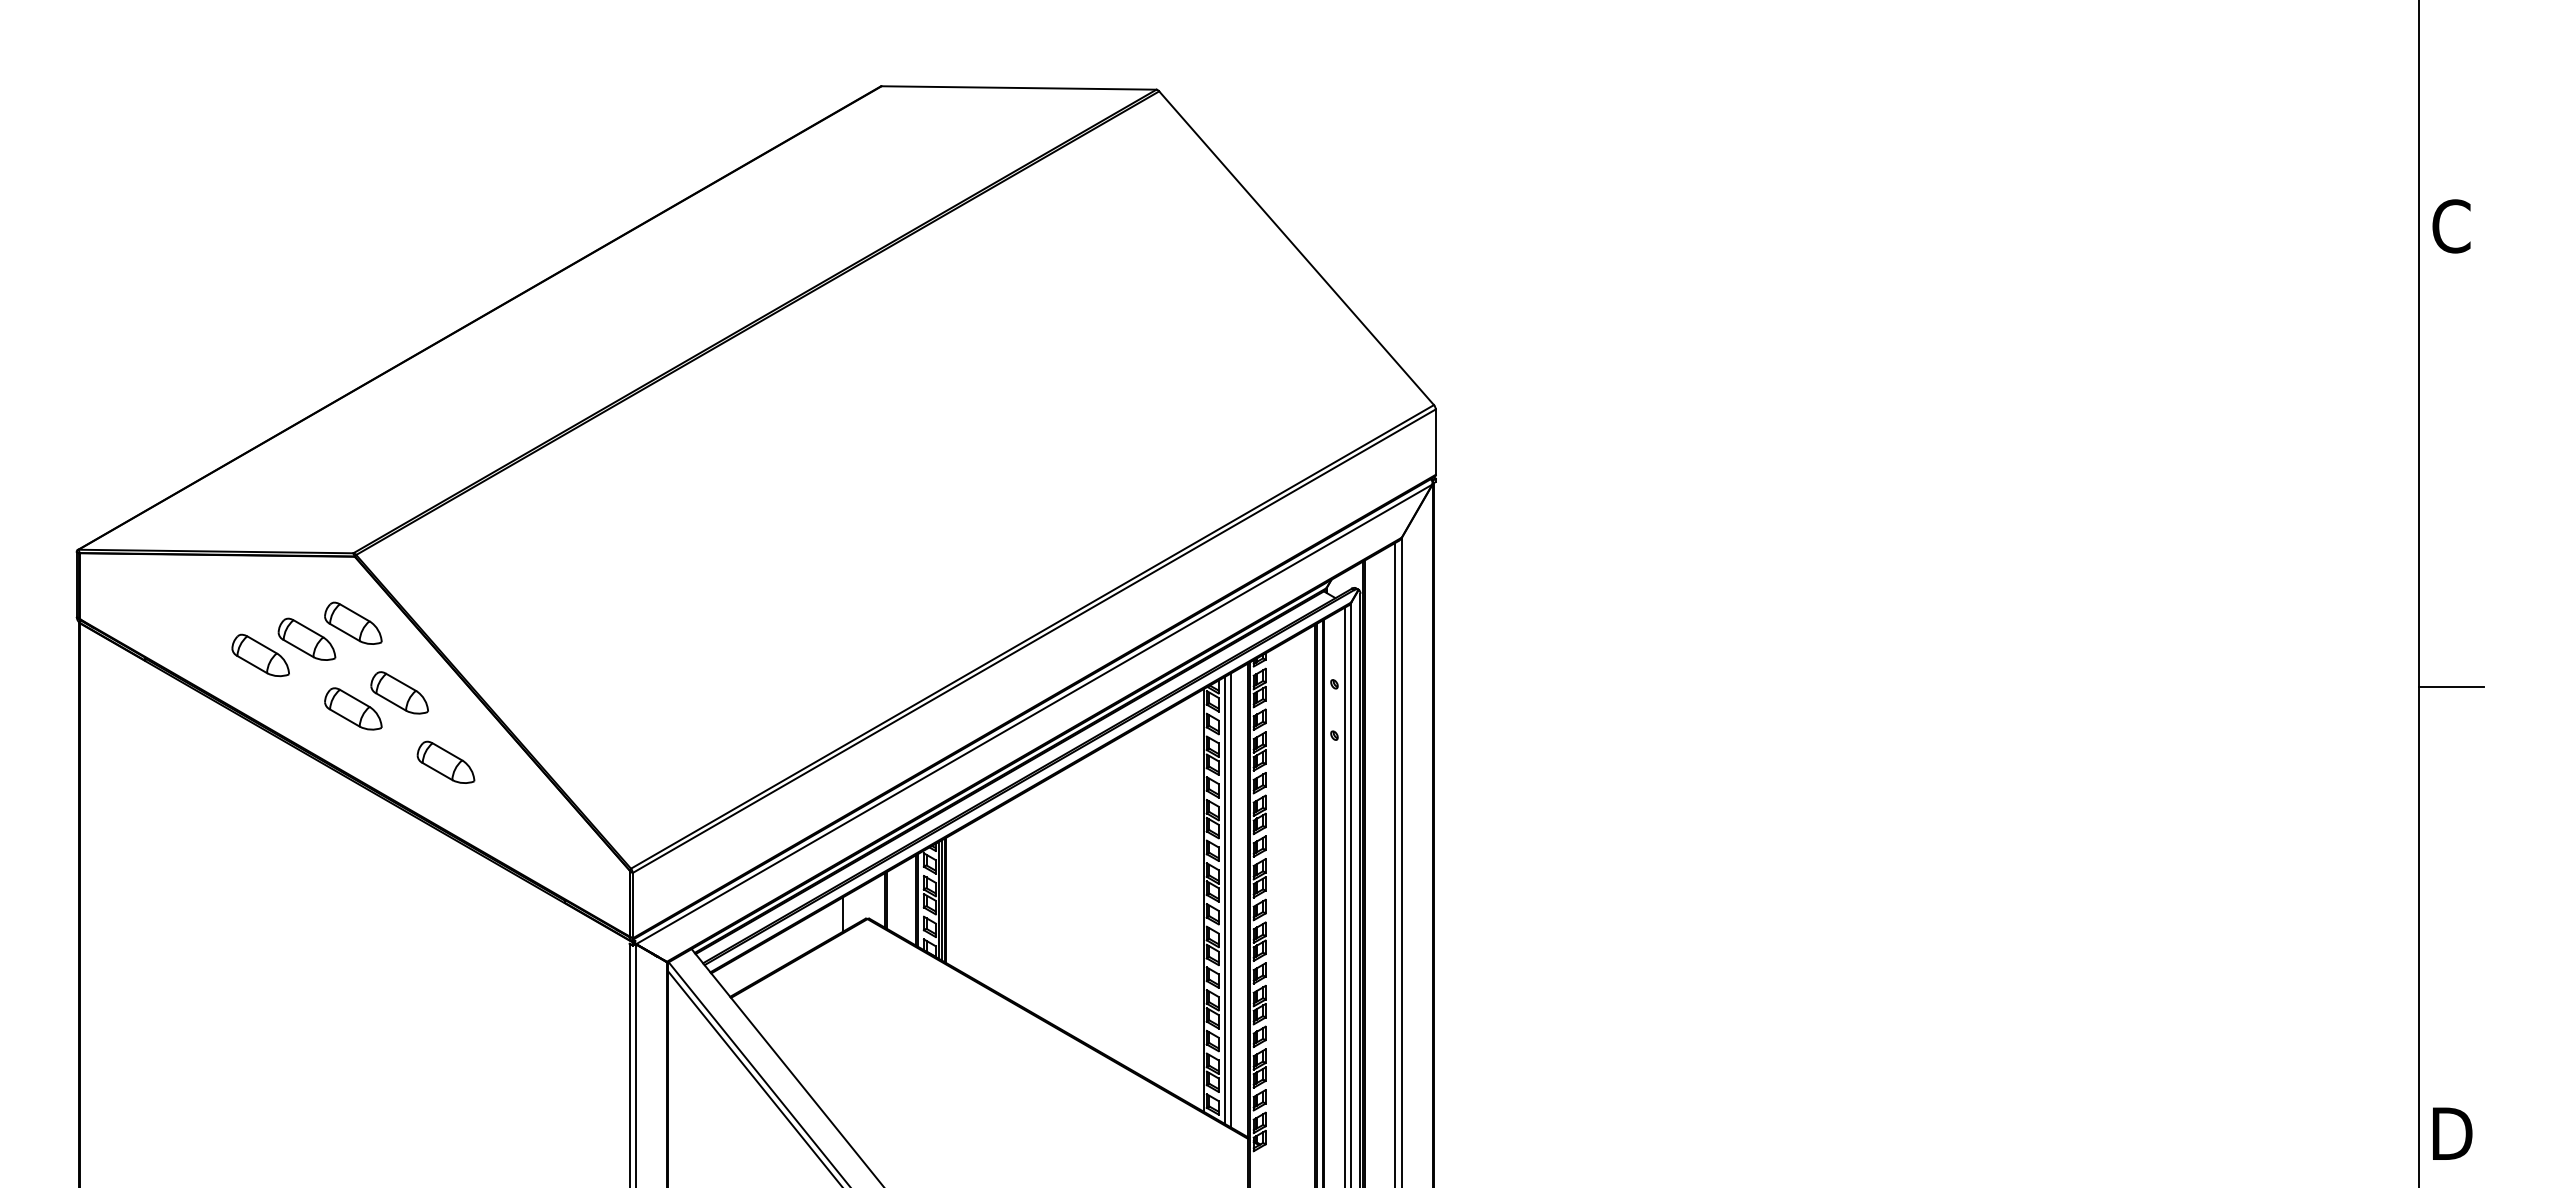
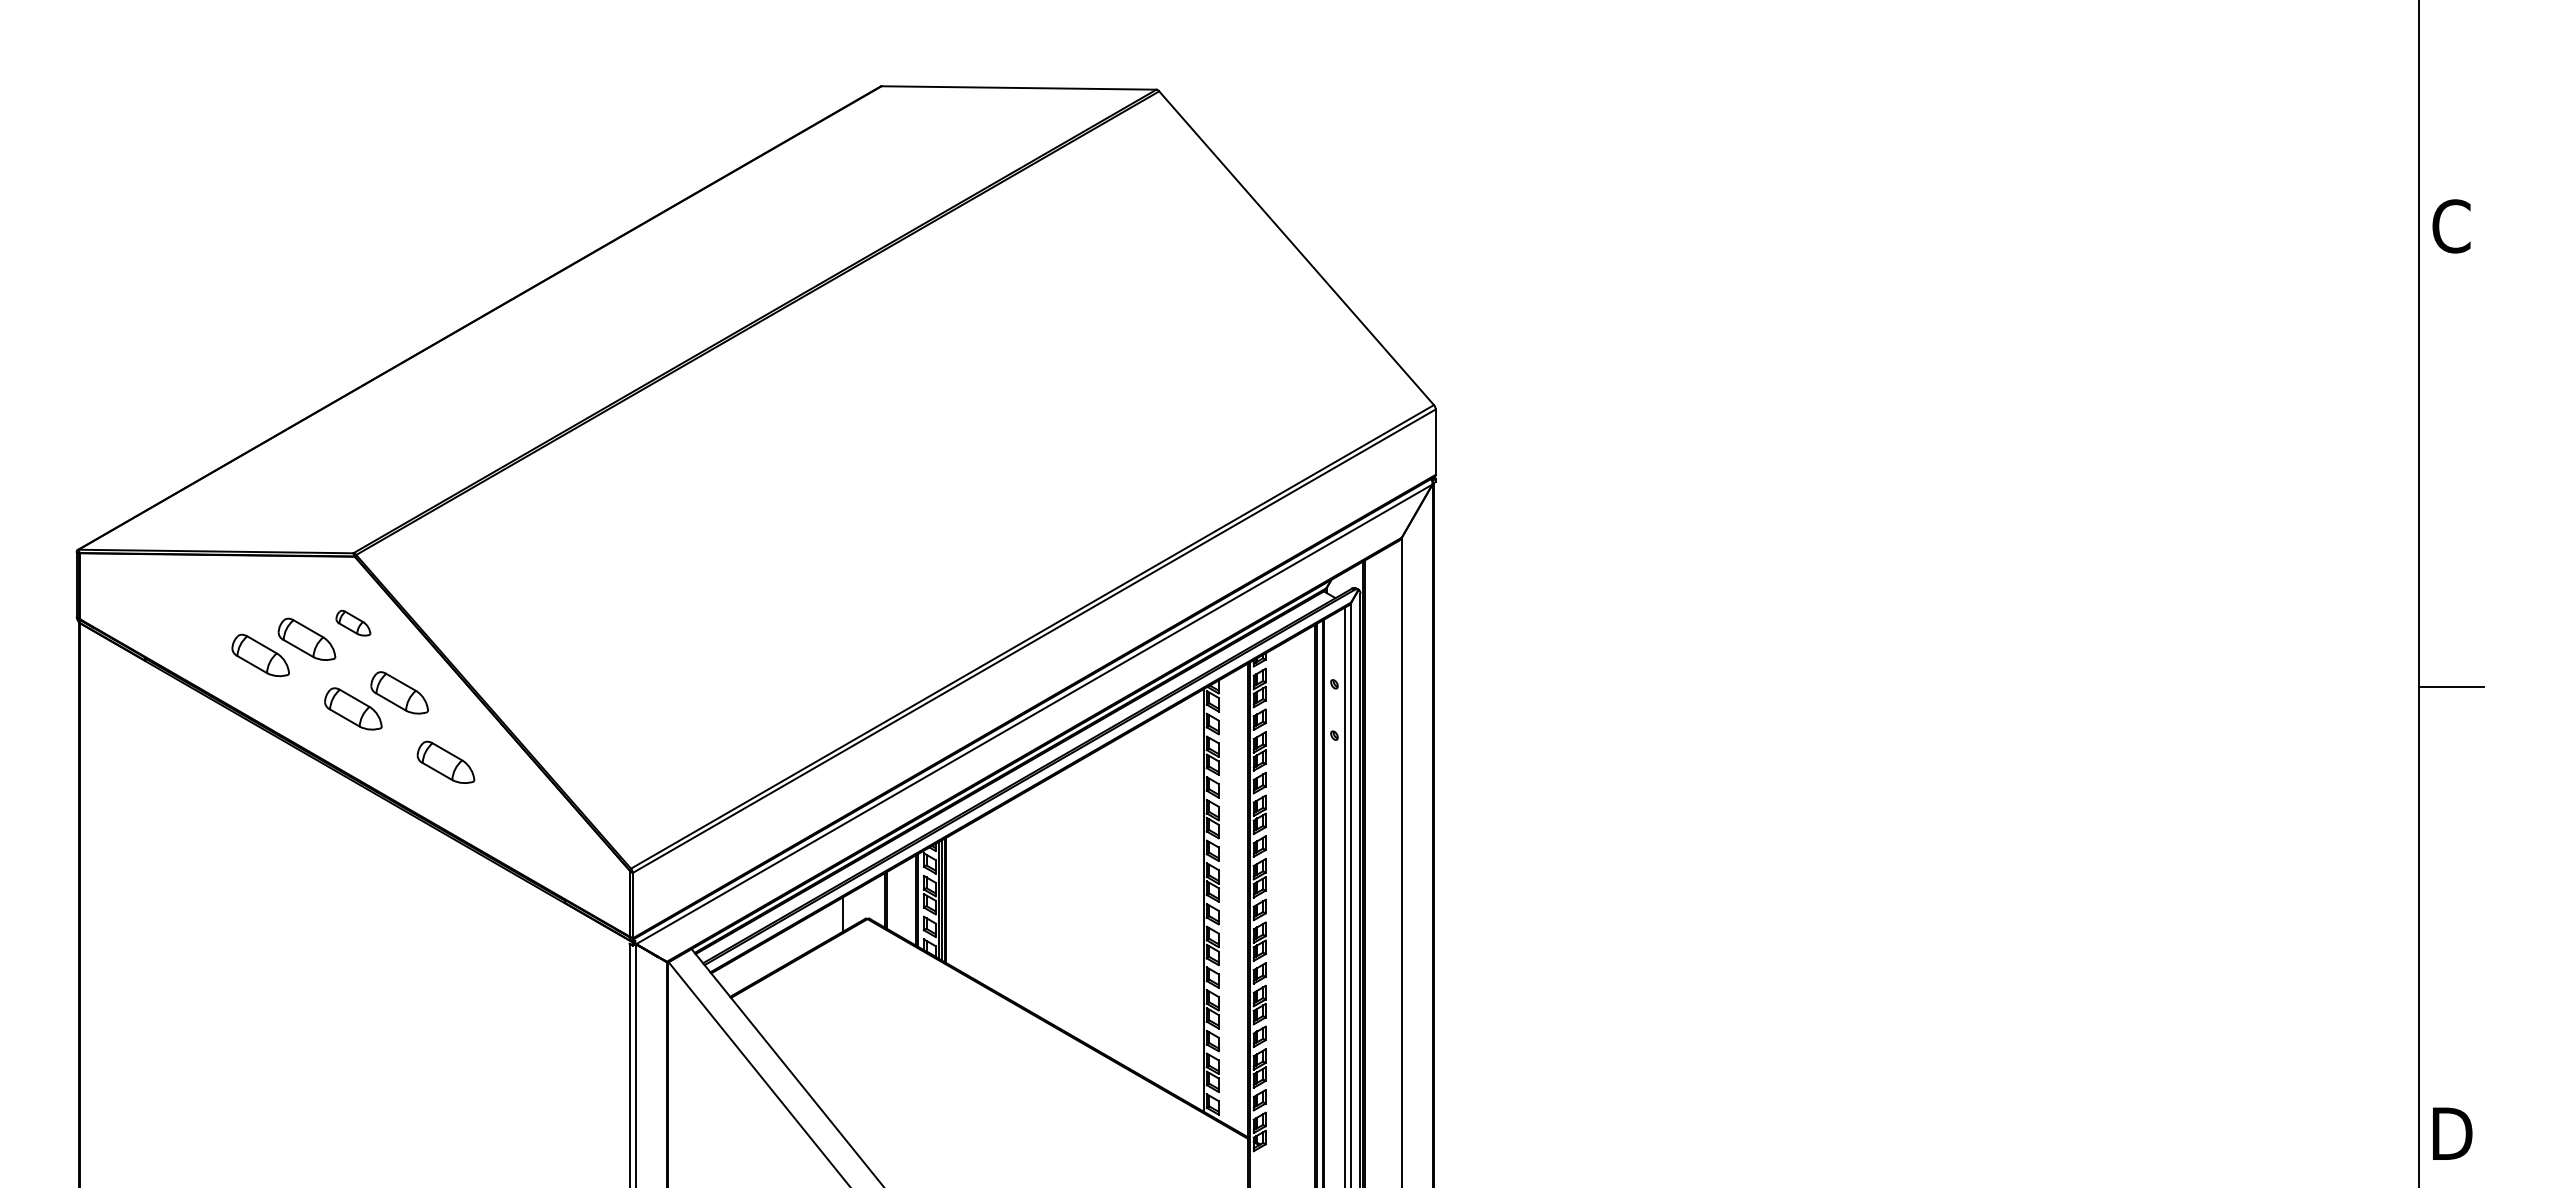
part at (353, 622) size: 59x44 px -> 37x28 px
line at (1395, 863): present -> none
line at (1225, 900): present -> none
line at (1231, 900): present -> none
line at (753, 1077): present -> none
